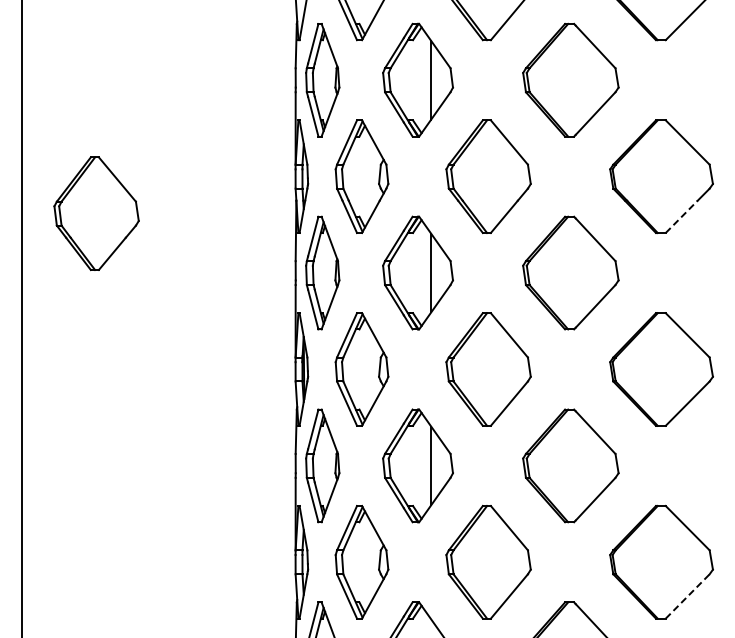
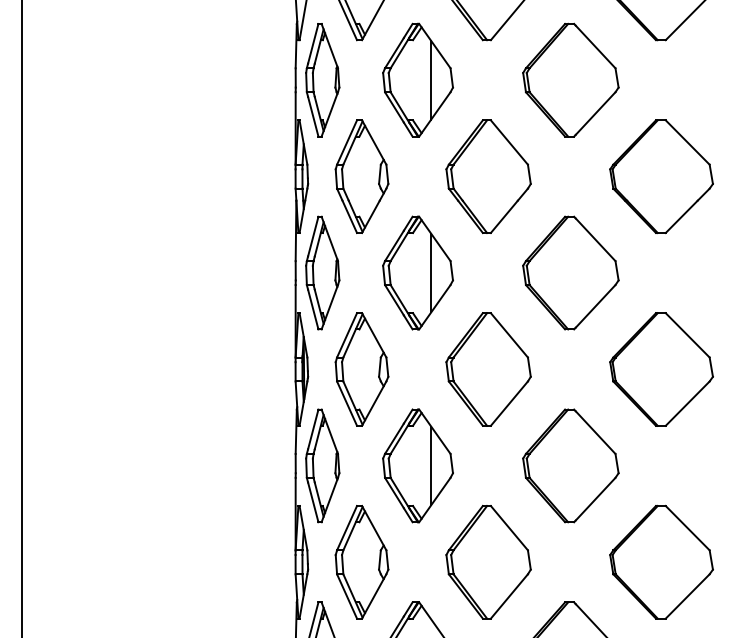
part at (96, 213): present -> none
line at (681, 216): dashed -> solid
line at (688, 596): dashed -> solid
